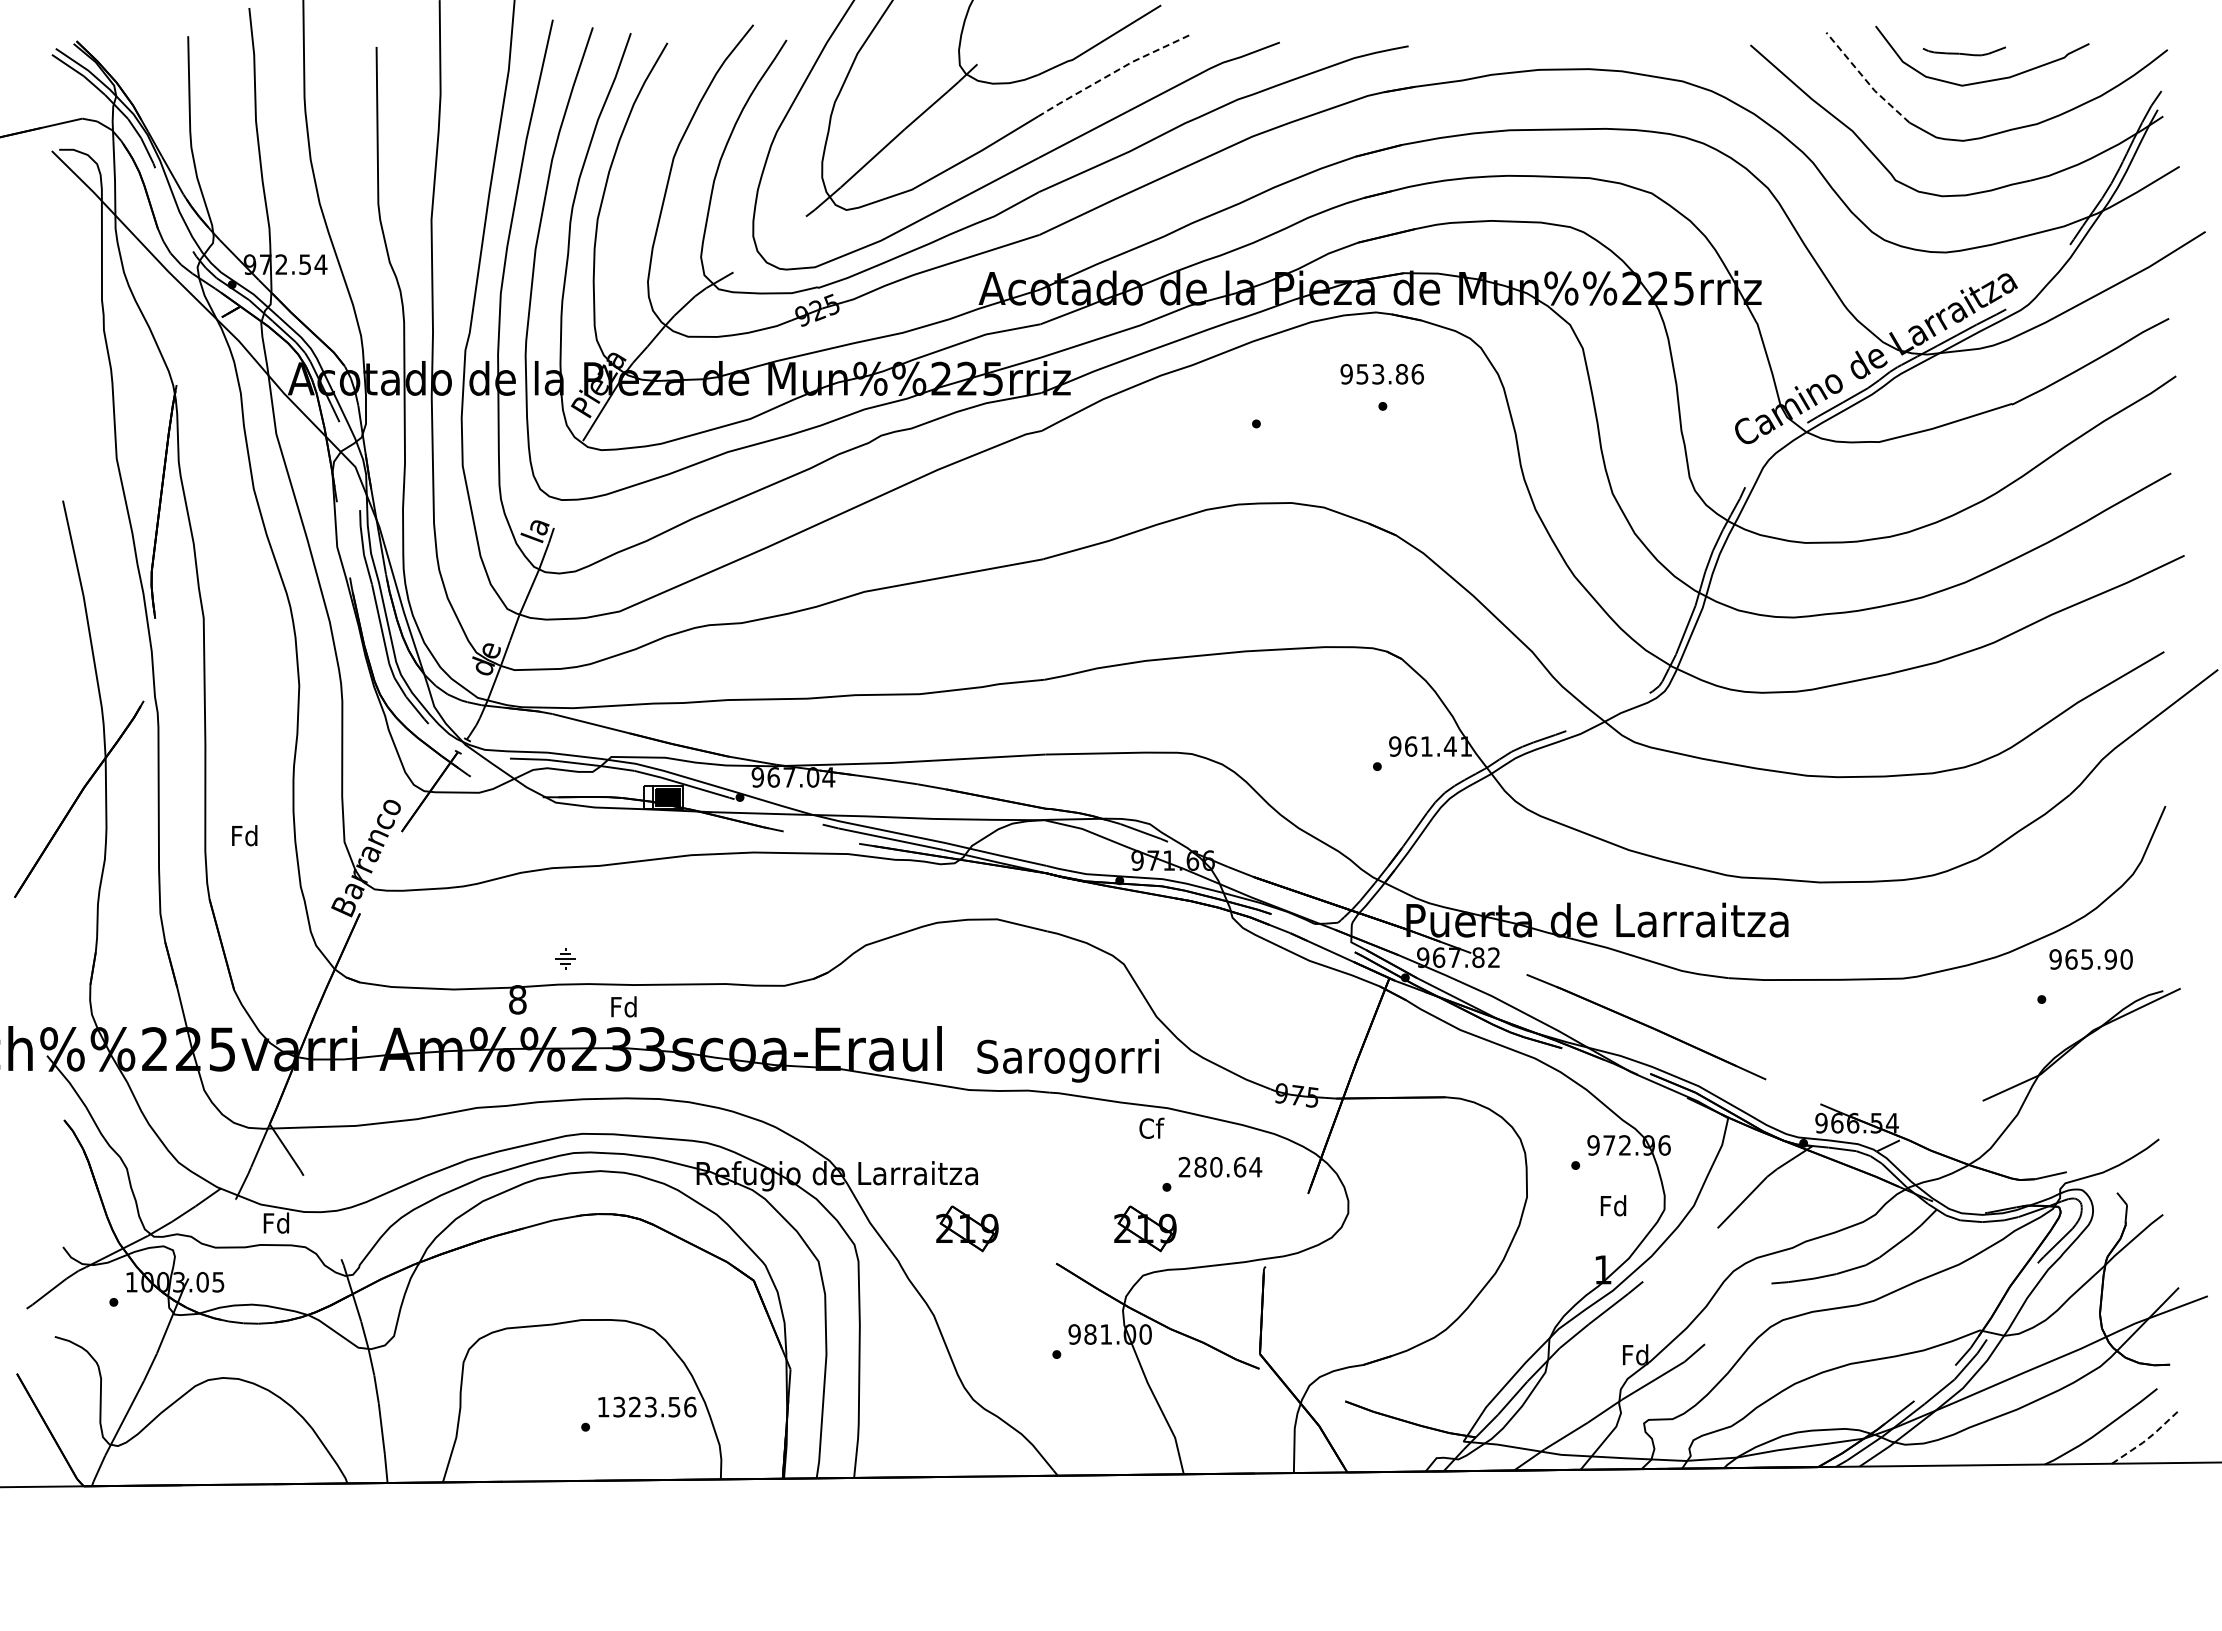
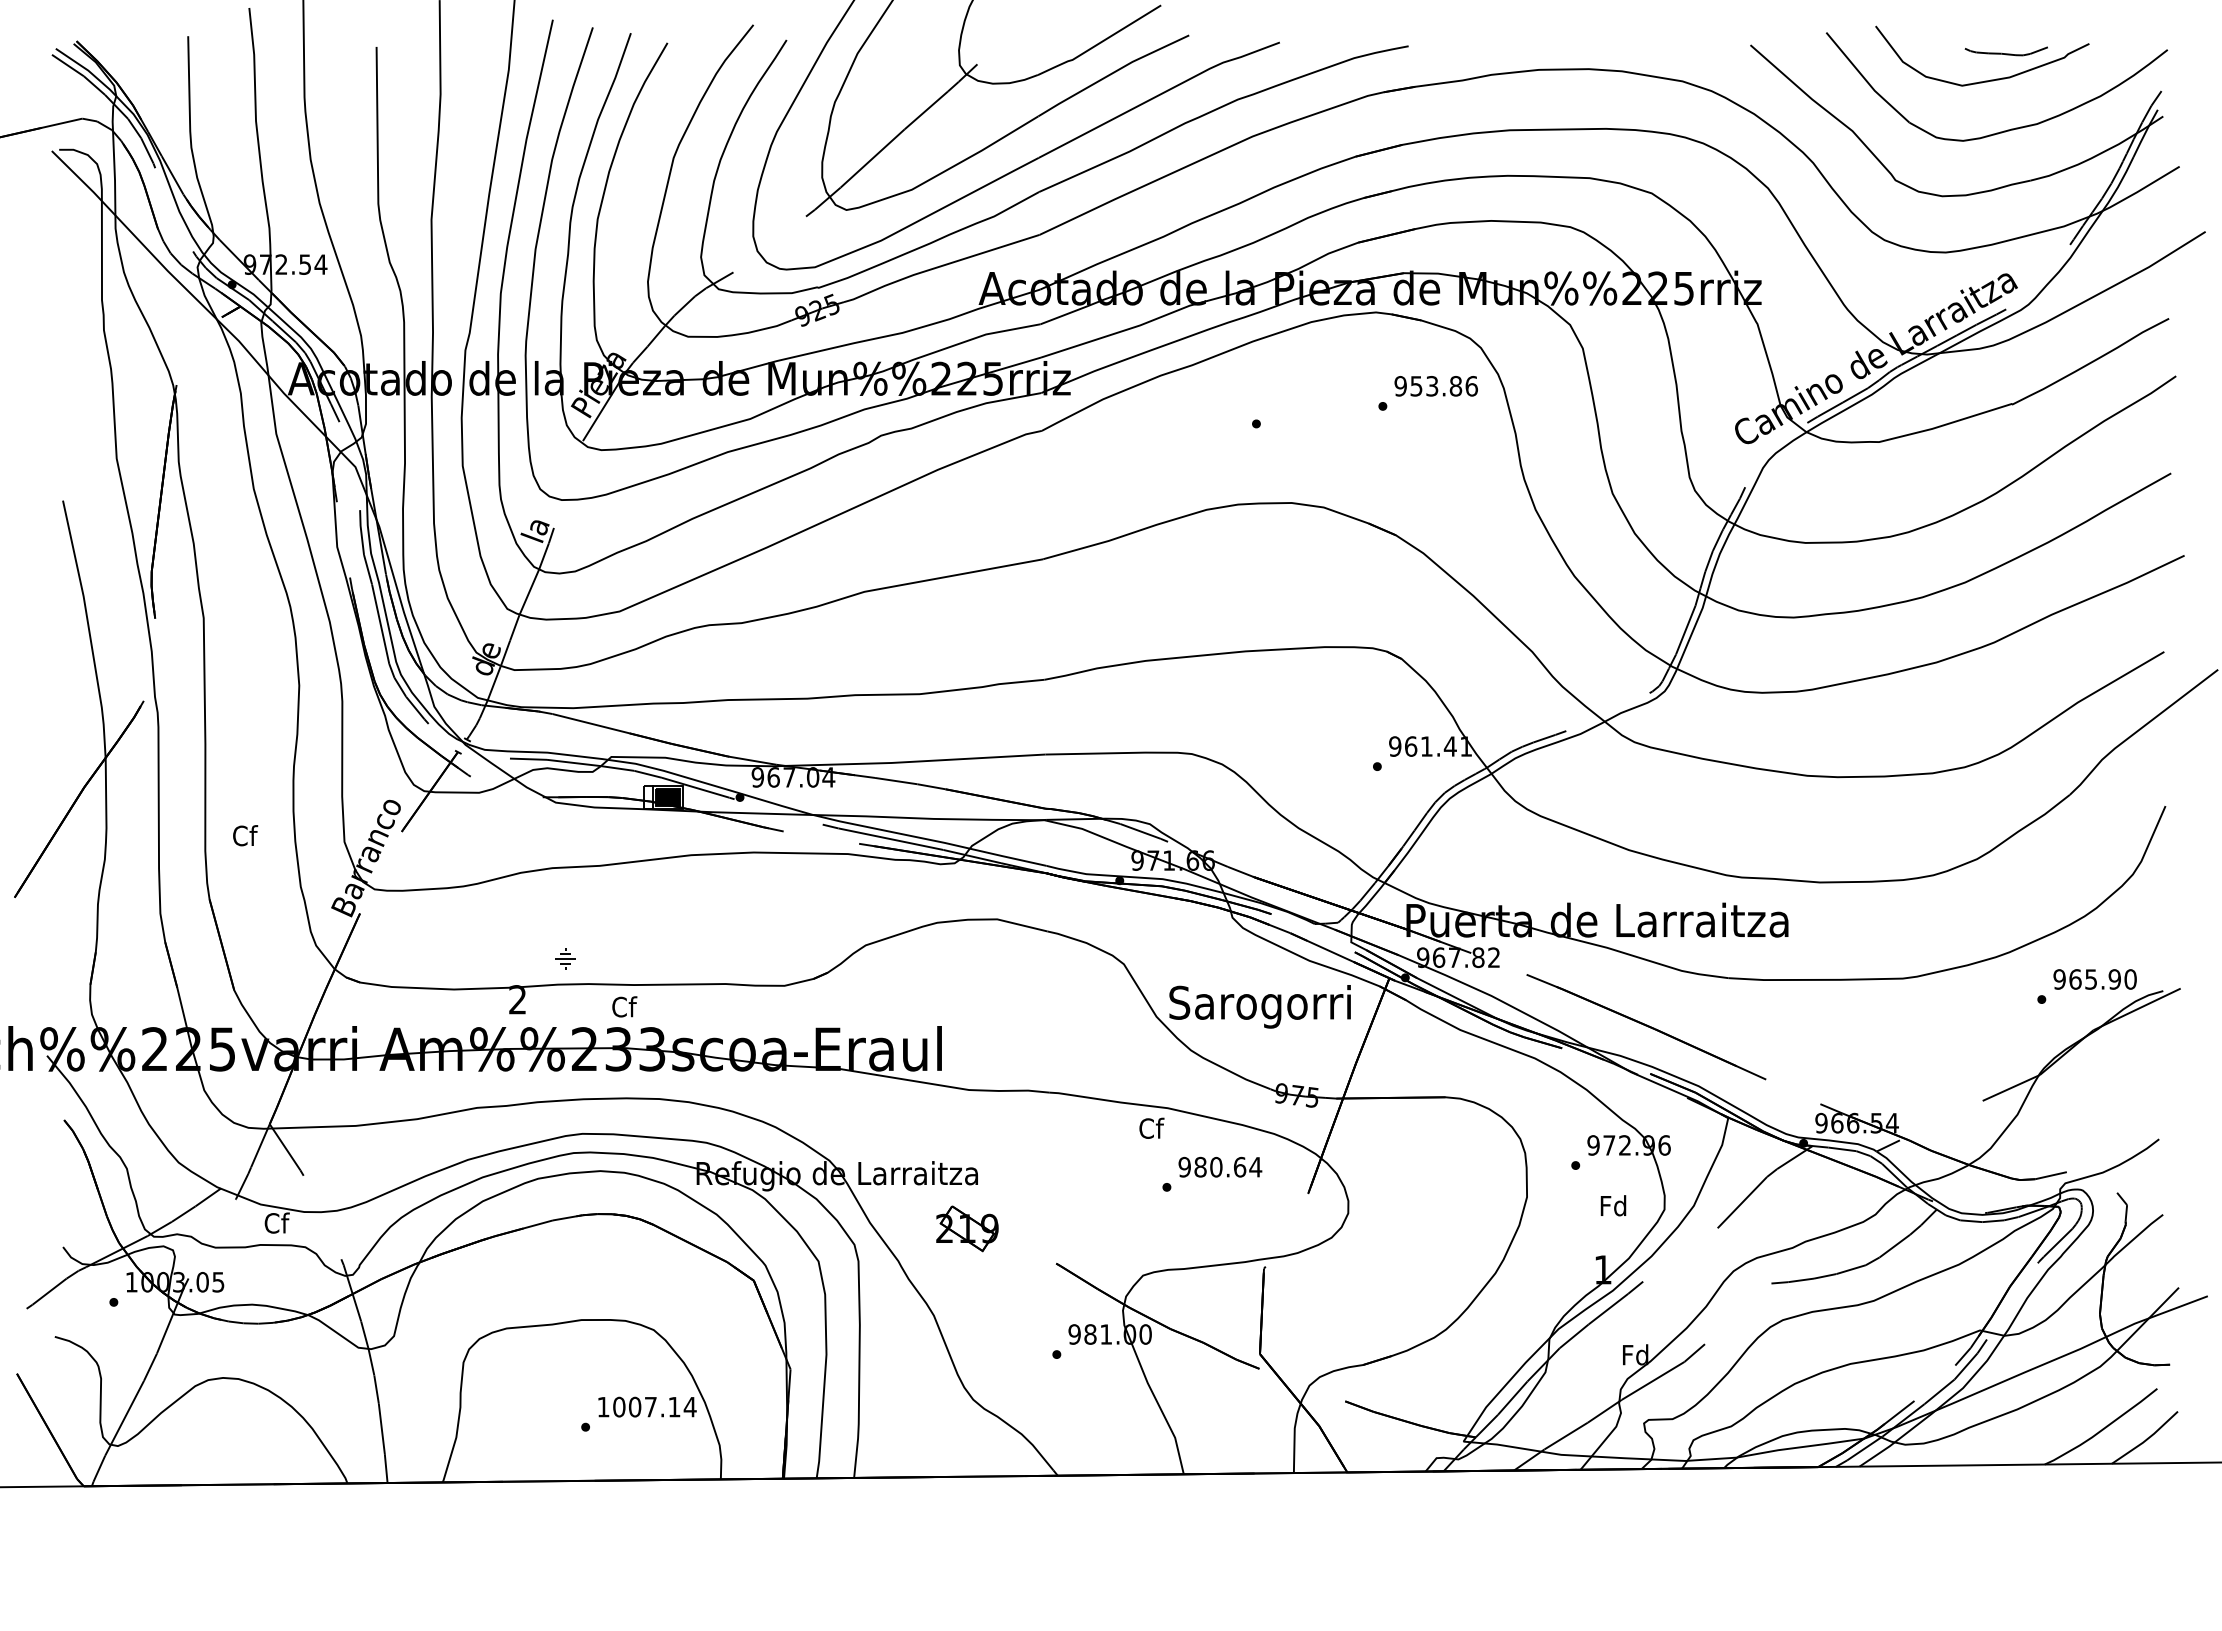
curve at (1963, 53) position: (1963, 53) -> (2005, 53)
line at (1111, 73): dashed -> solid
line at (1865, 80): dashed -> solid
text at (1381, 374) position: (1381, 374) -> (1435, 386)
text at (245, 835): Fd -> Cf
text at (2090, 959) position: (2090, 959) -> (2094, 979)
text at (517, 999): 8 -> 2
text at (624, 1006): Fd -> Cf
text at (1067, 1060) position: (1067, 1060) -> (1259, 1006)
text at (1184, 1167): 280.64 -> 980.64
text at (276, 1222): Fd -> Cf
part at (1145, 1228): present -> none
text at (654, 1406): 1323.56 -> 1007.14
line at (2146, 1439): dashed -> solid
